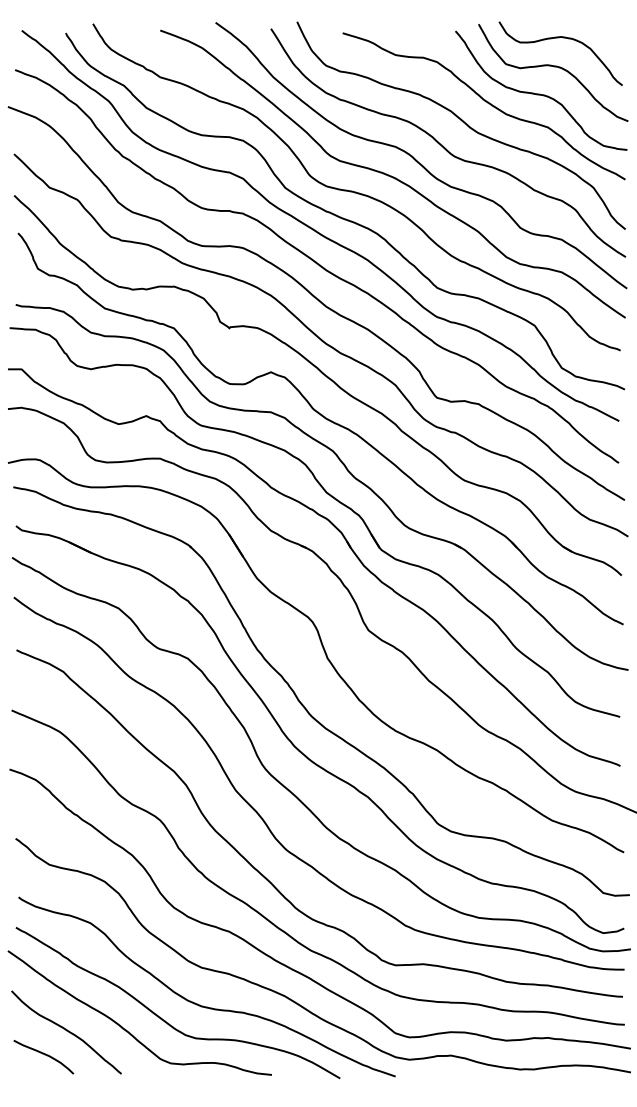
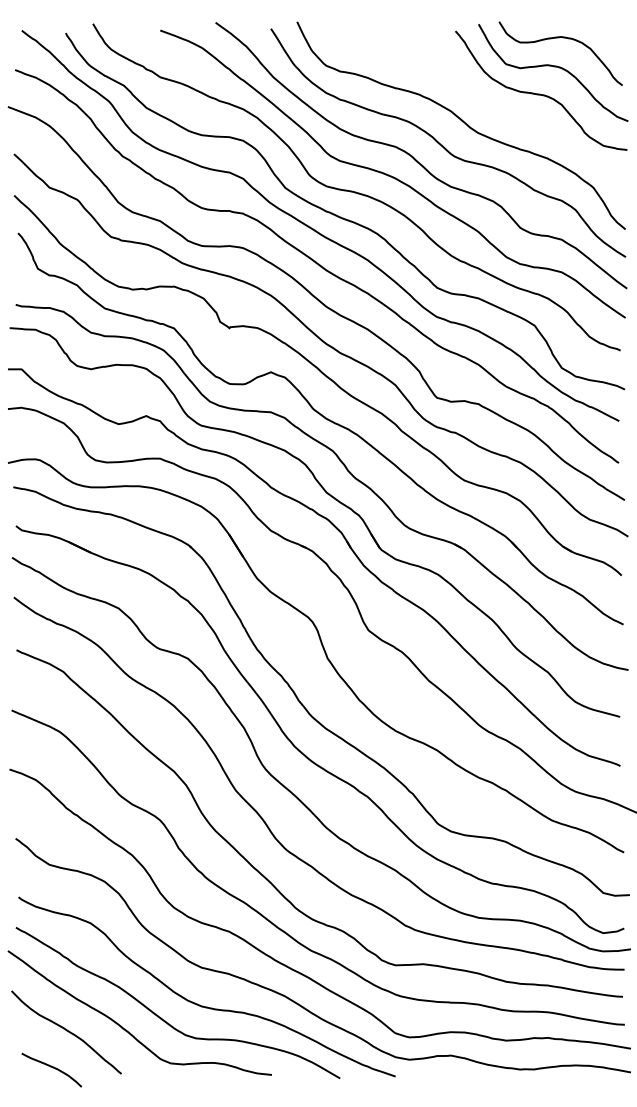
curve at (486, 102): present -> none
curve at (44, 1055) position: (44, 1055) -> (52, 1068)
